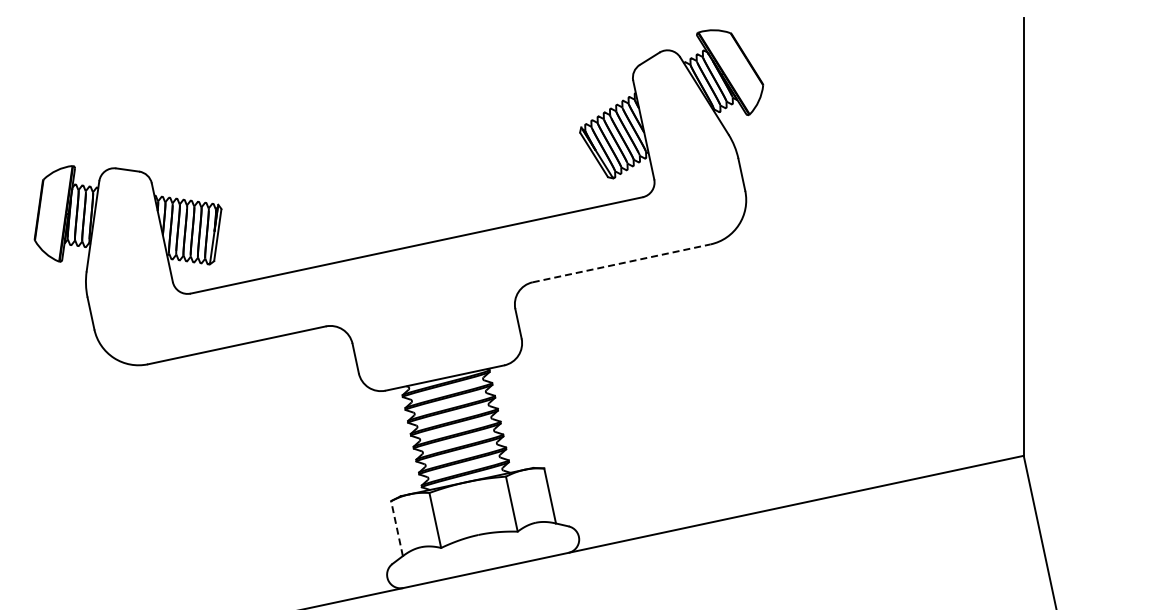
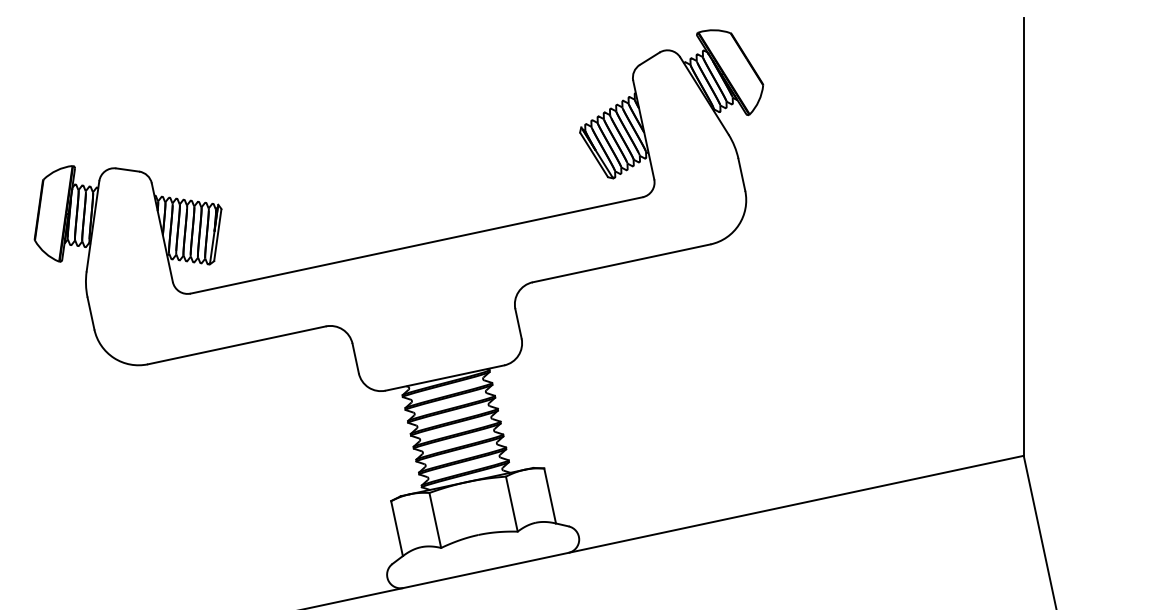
line at (621, 263): dashed -> solid
line at (396, 528): dashed -> solid
